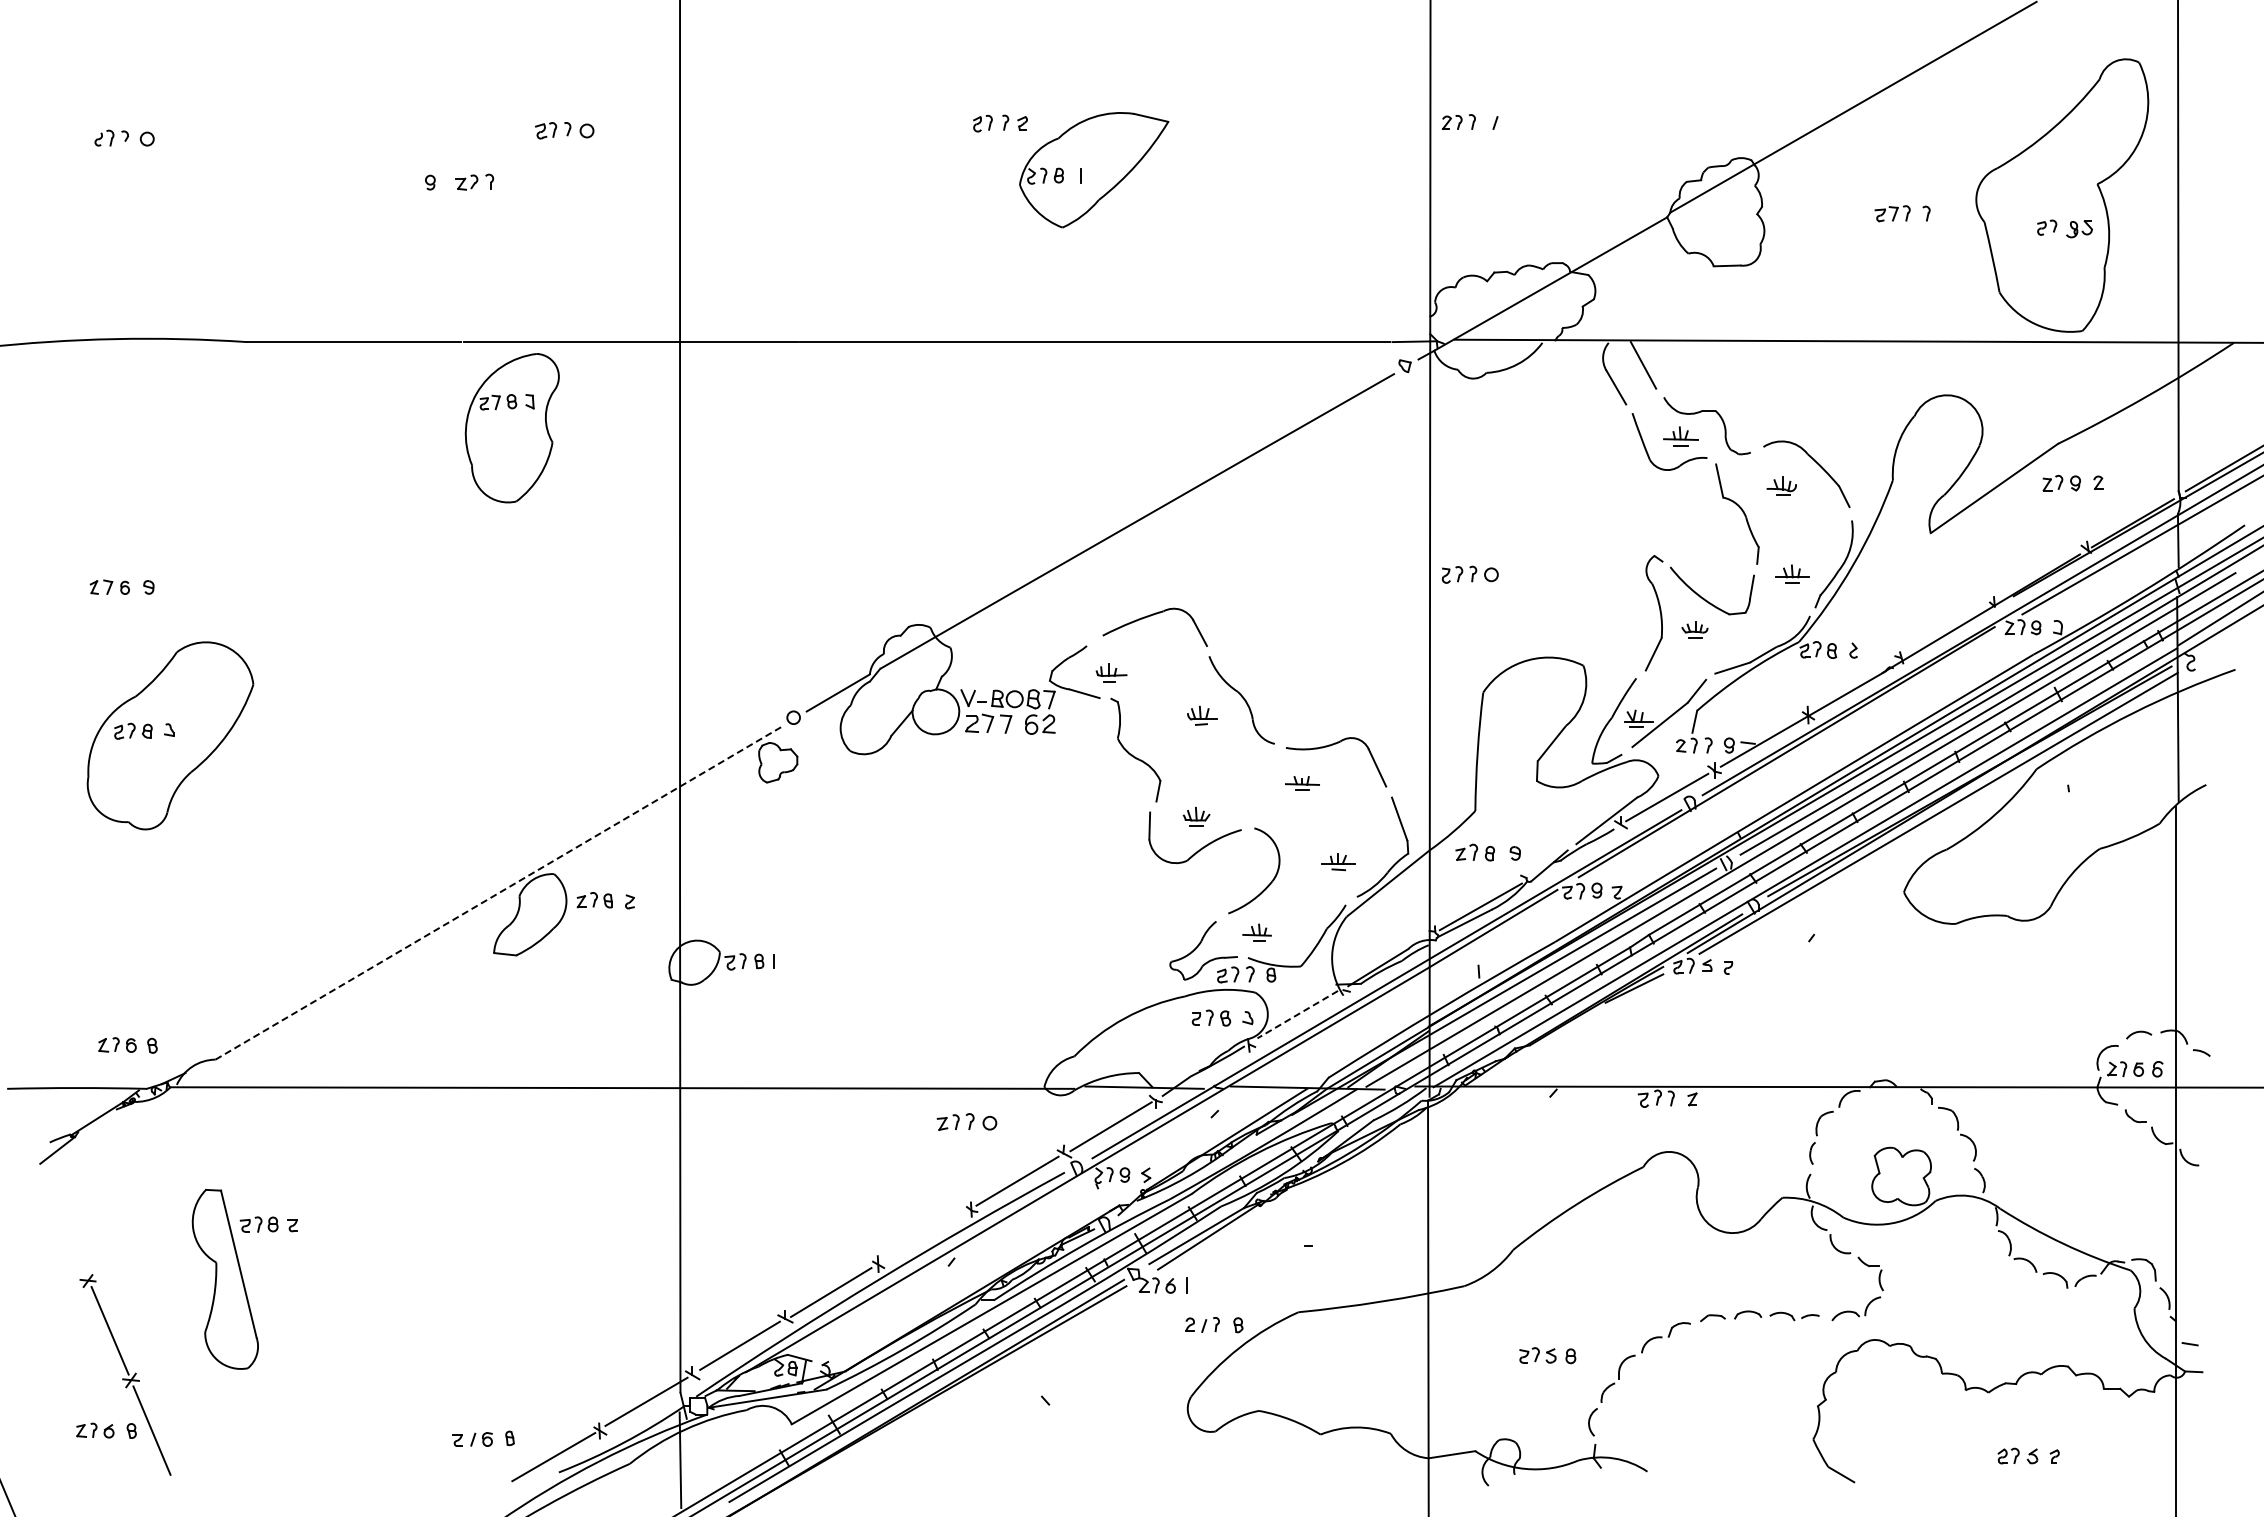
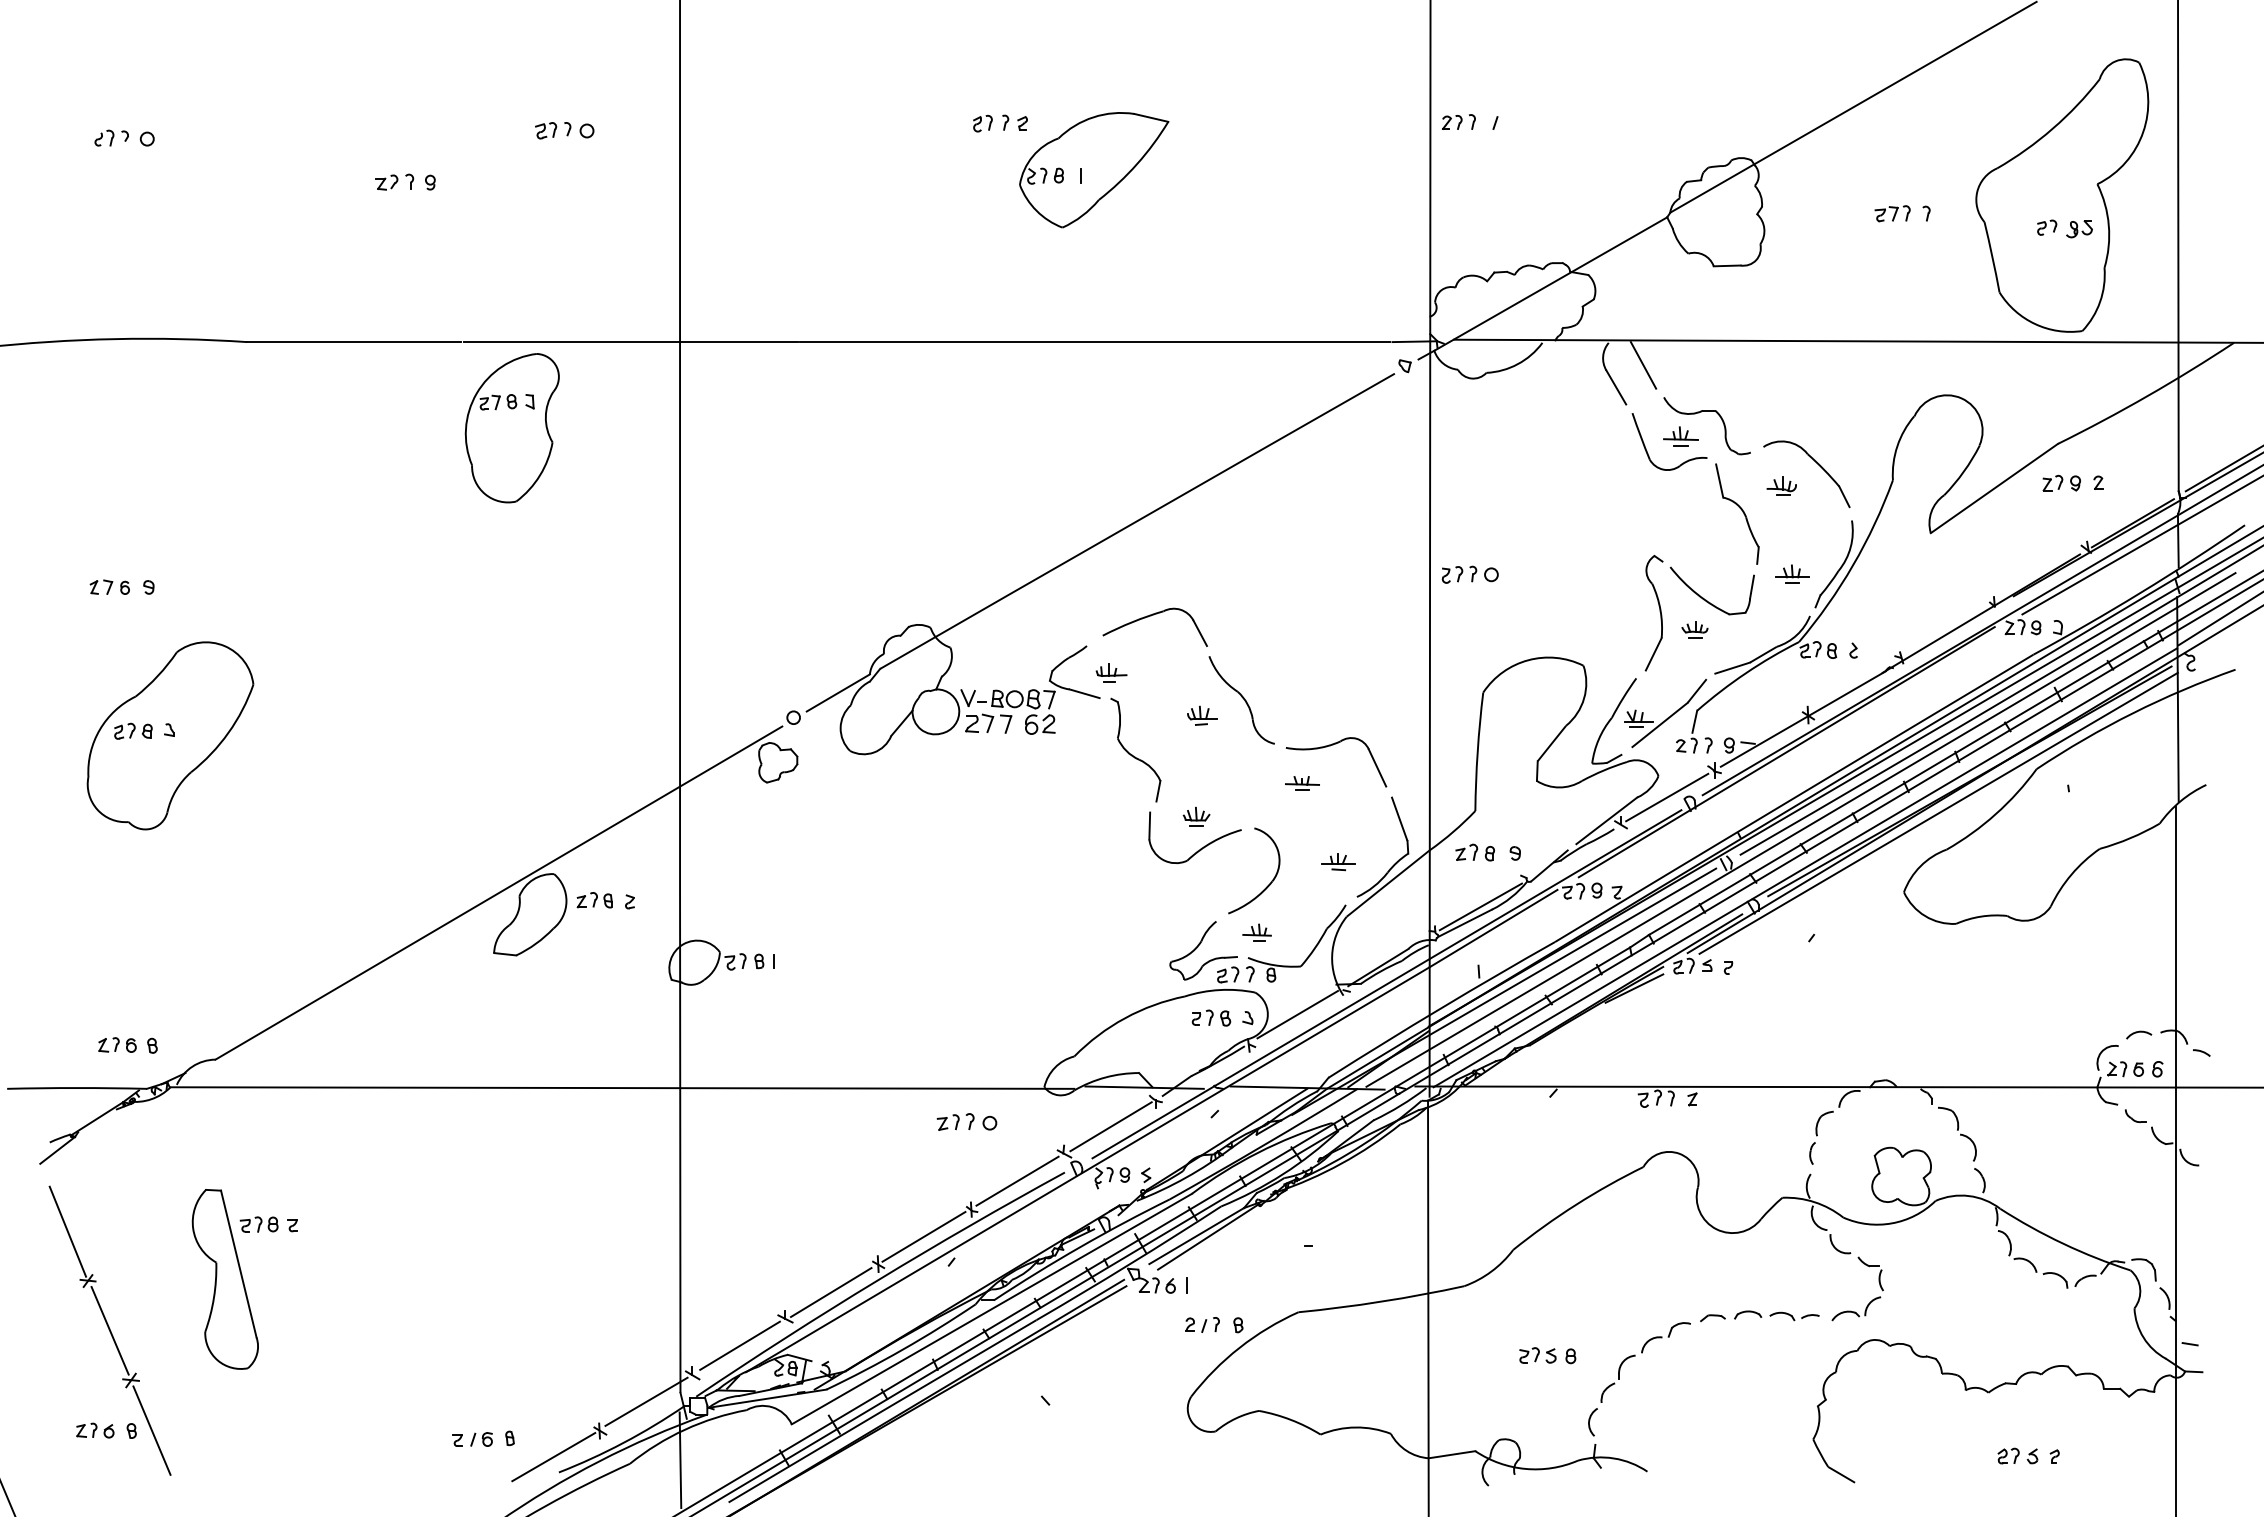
part at (474, 181) position: (474, 181) -> (394, 181)
line at (498, 893): dashed -> solid
line at (1297, 1014): dashed -> solid
line at (67, 1231): none -> present
line at (923, 1236): none -> present
